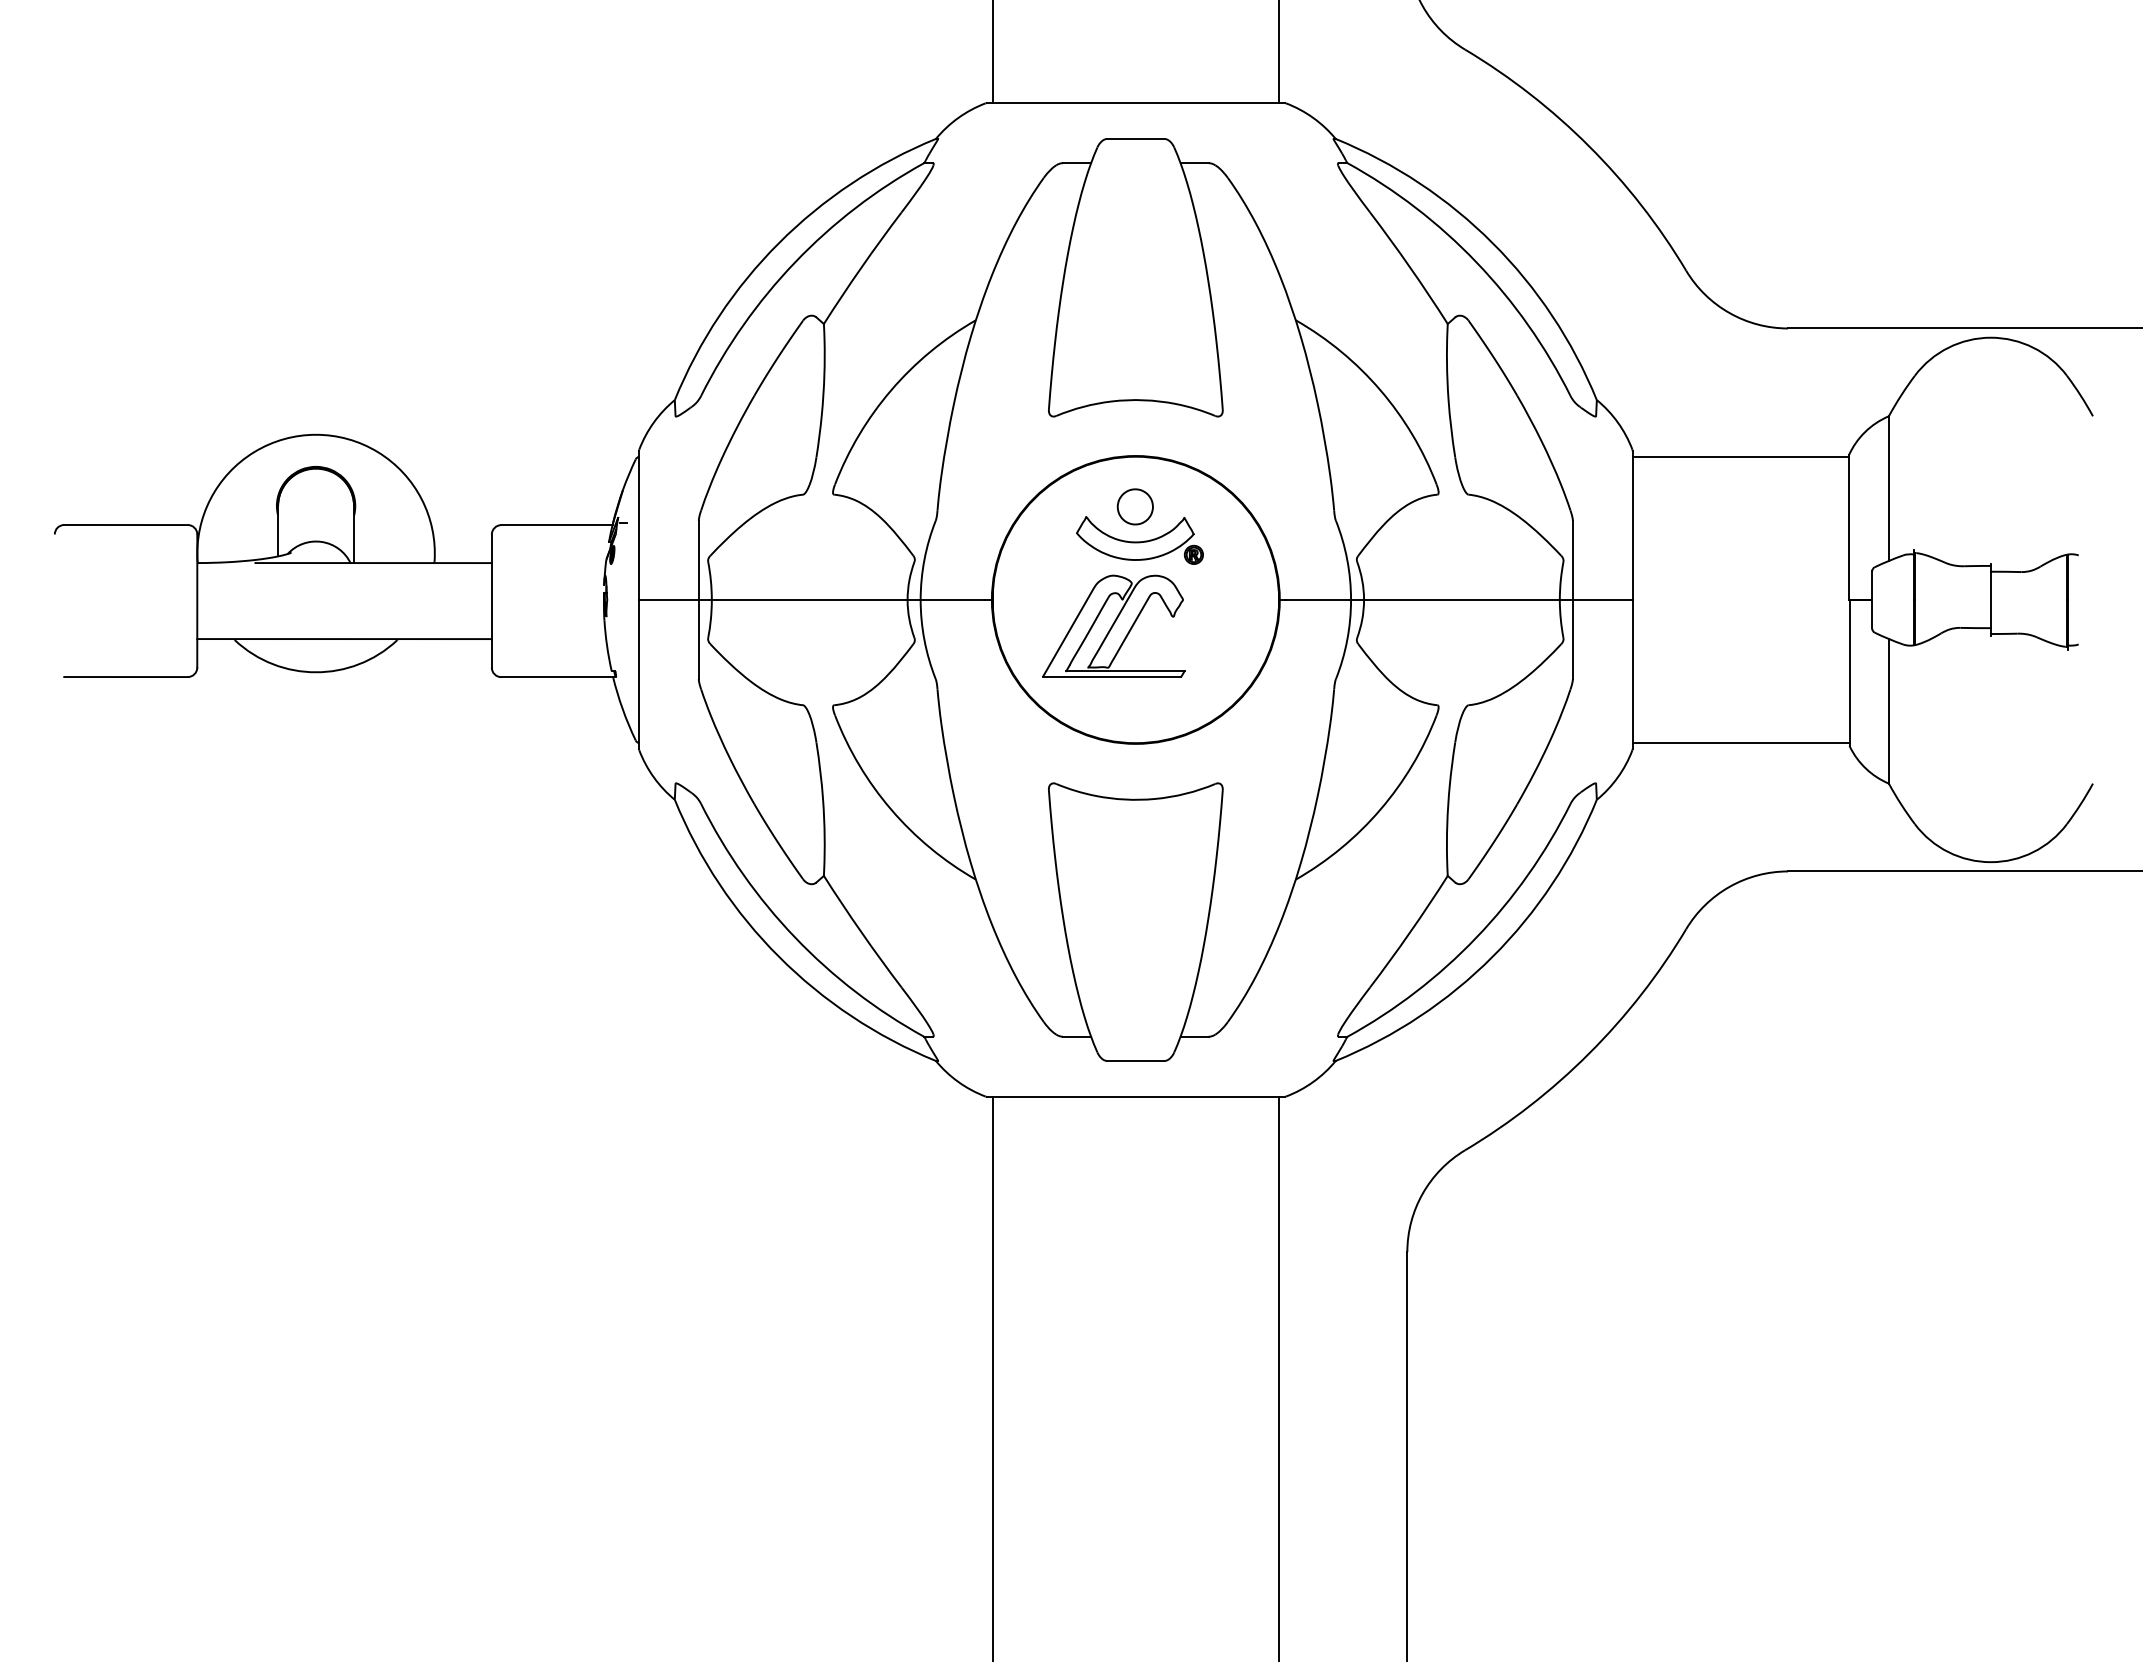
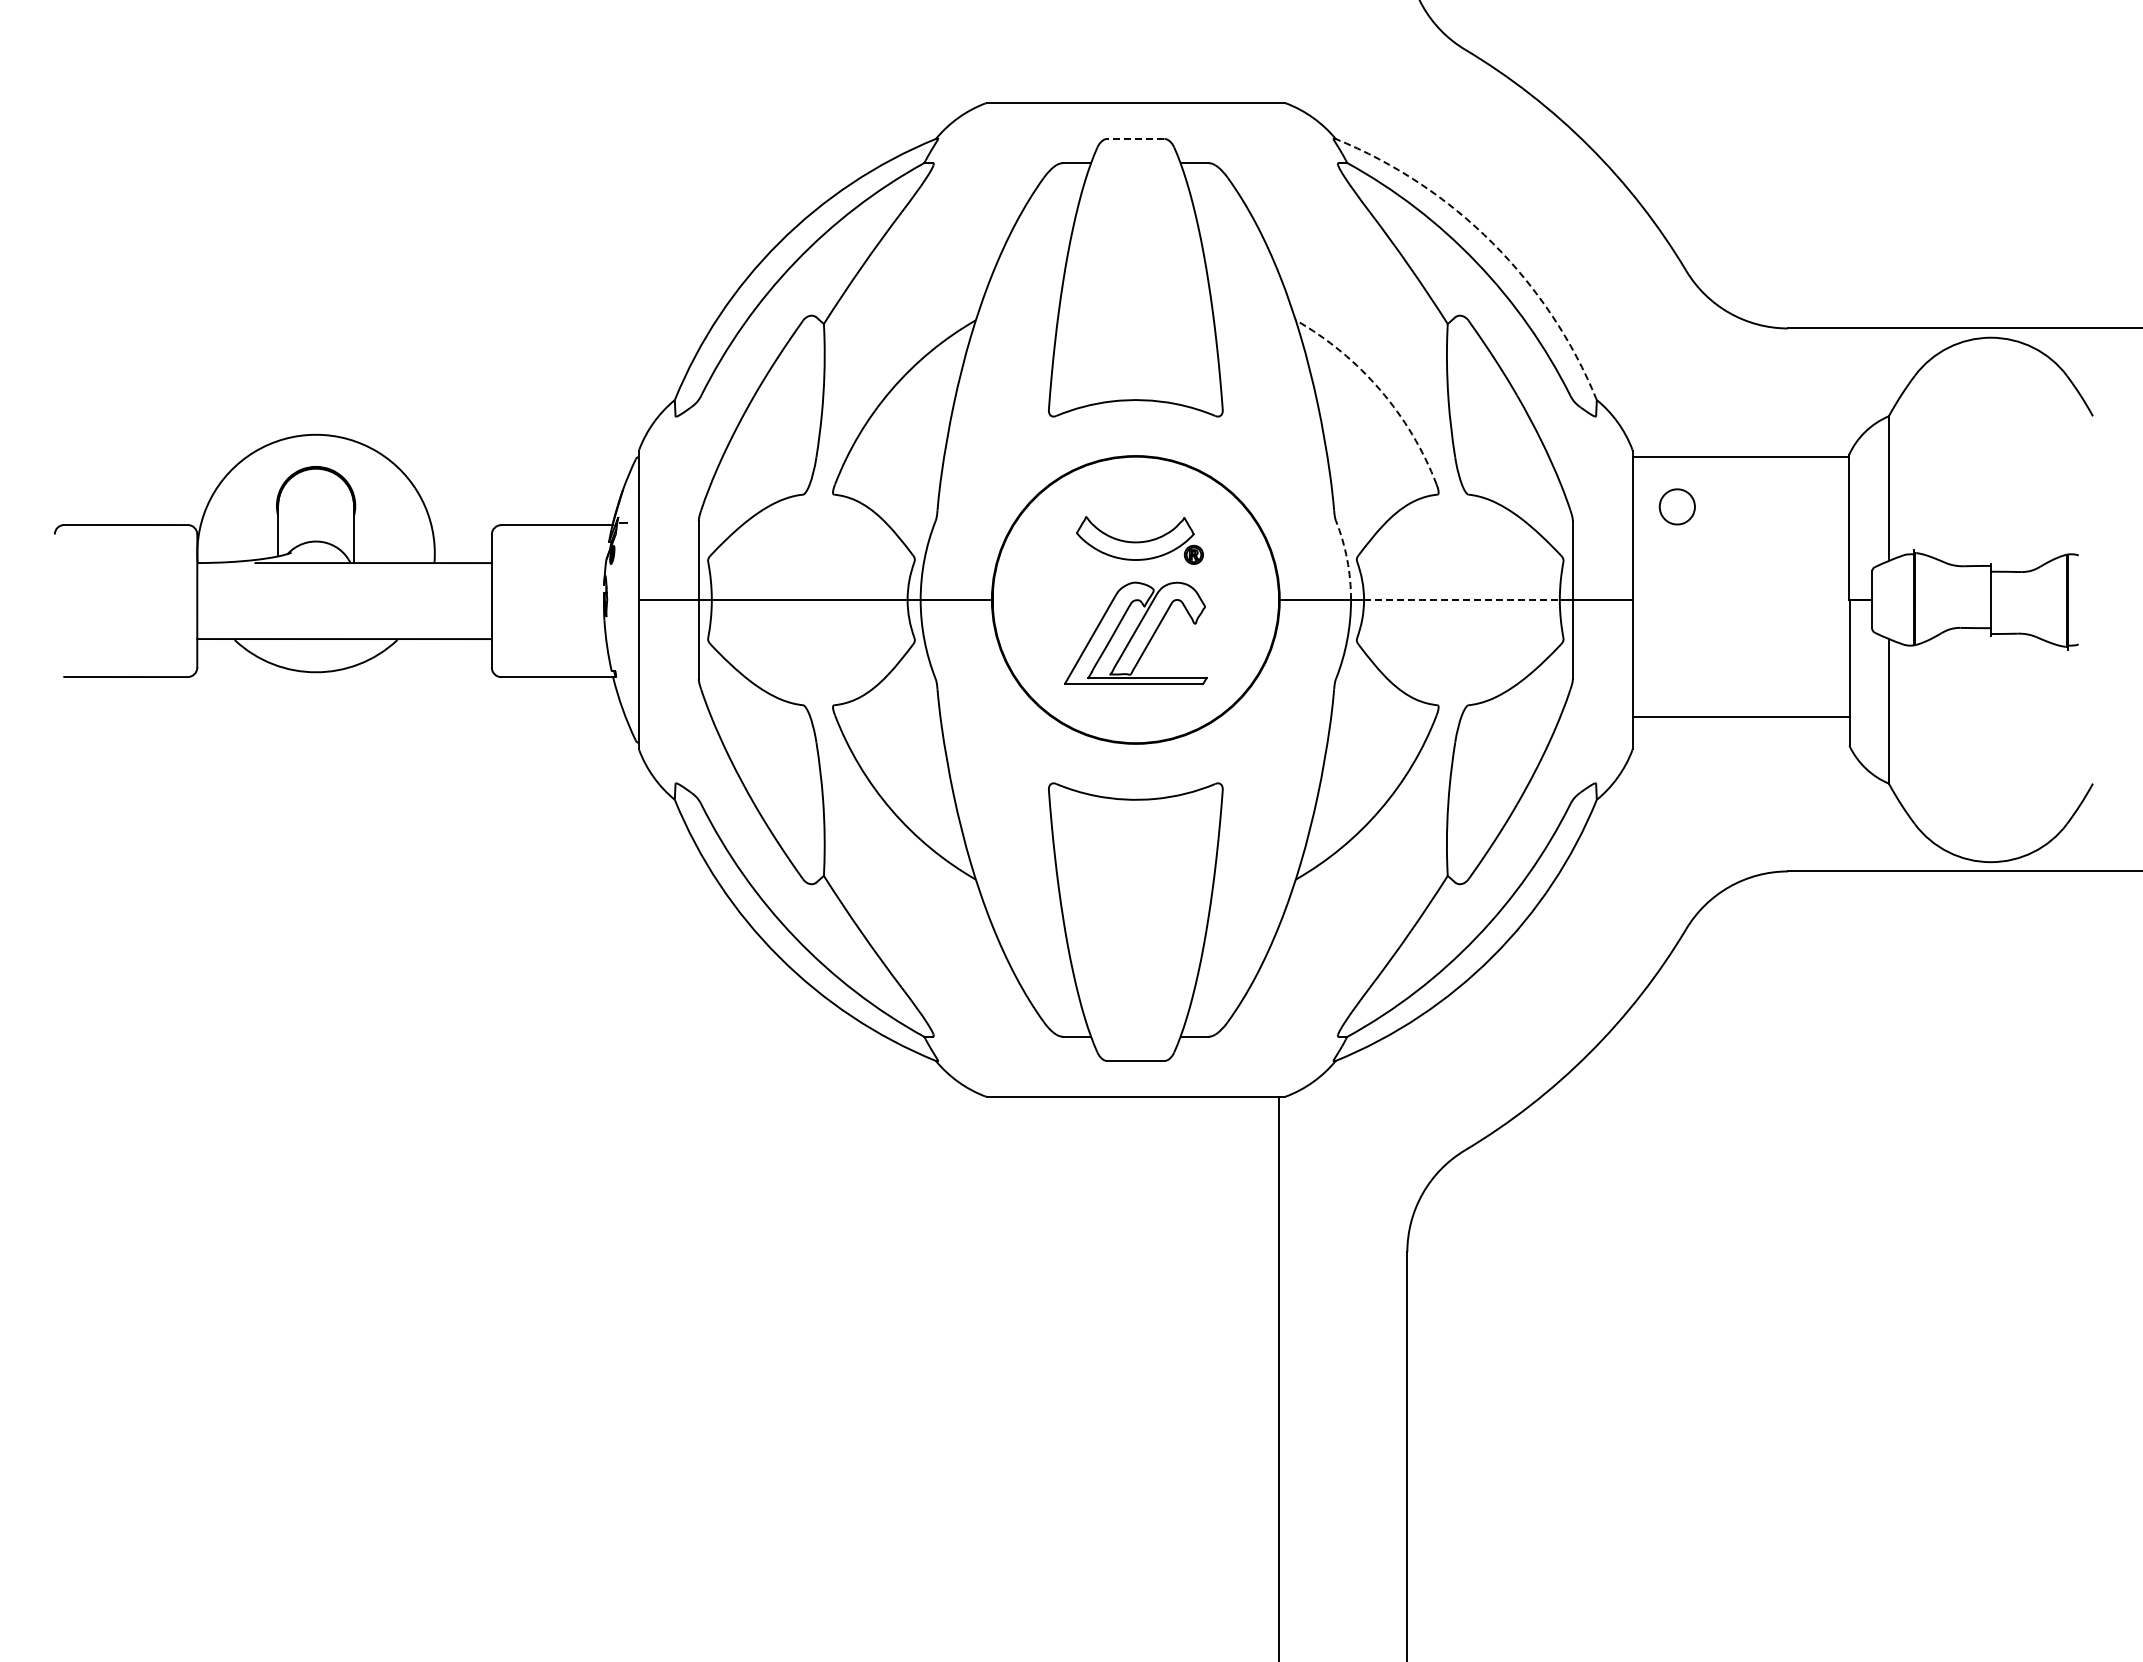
line at (992, 52): present -> none
line at (1279, 52): present -> none
line at (1135, 138): solid -> dashed
arc at (1492, 243): solid -> dashed
arc at (1380, 390): solid -> dashed
part at (1134, 506) position: (1134, 506) -> (1676, 506)
arc at (1347, 559): solid -> dashed
line at (1461, 599): solid -> dashed
part at (1113, 625) position: (1113, 625) -> (1135, 632)
line at (1740, 743) position: (1740, 743) -> (1740, 717)
line at (992, 1377): present -> none
